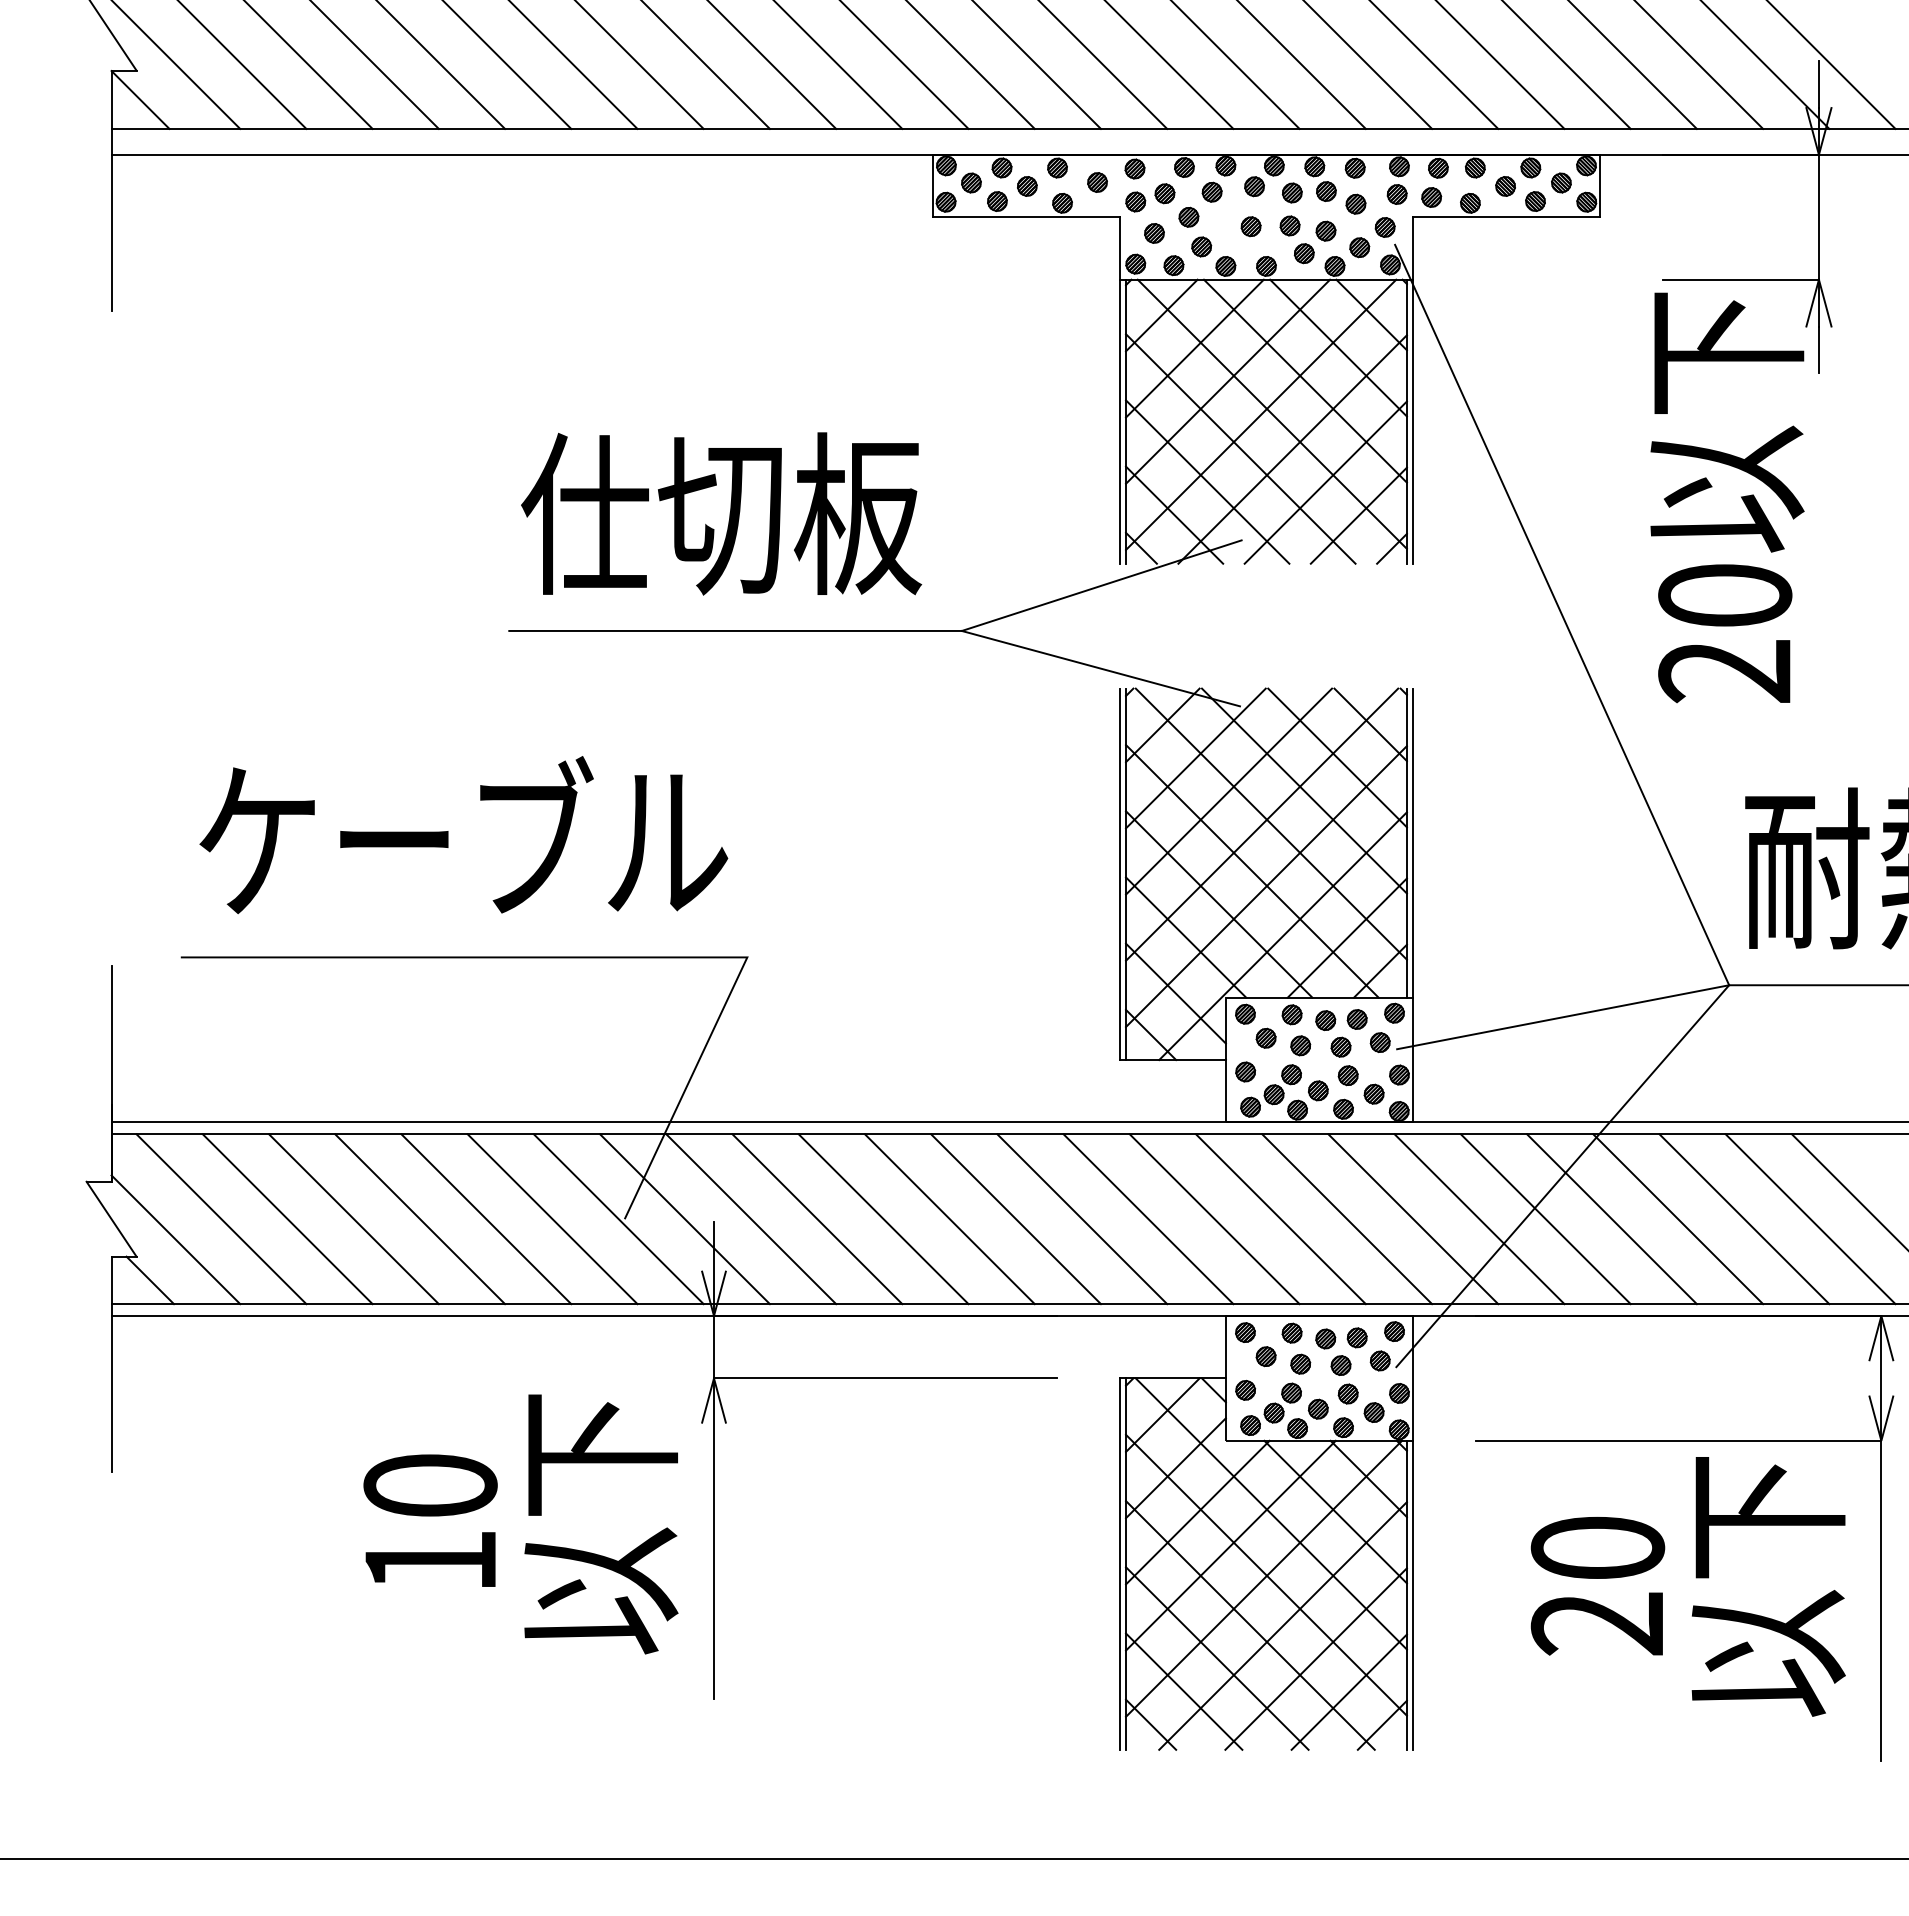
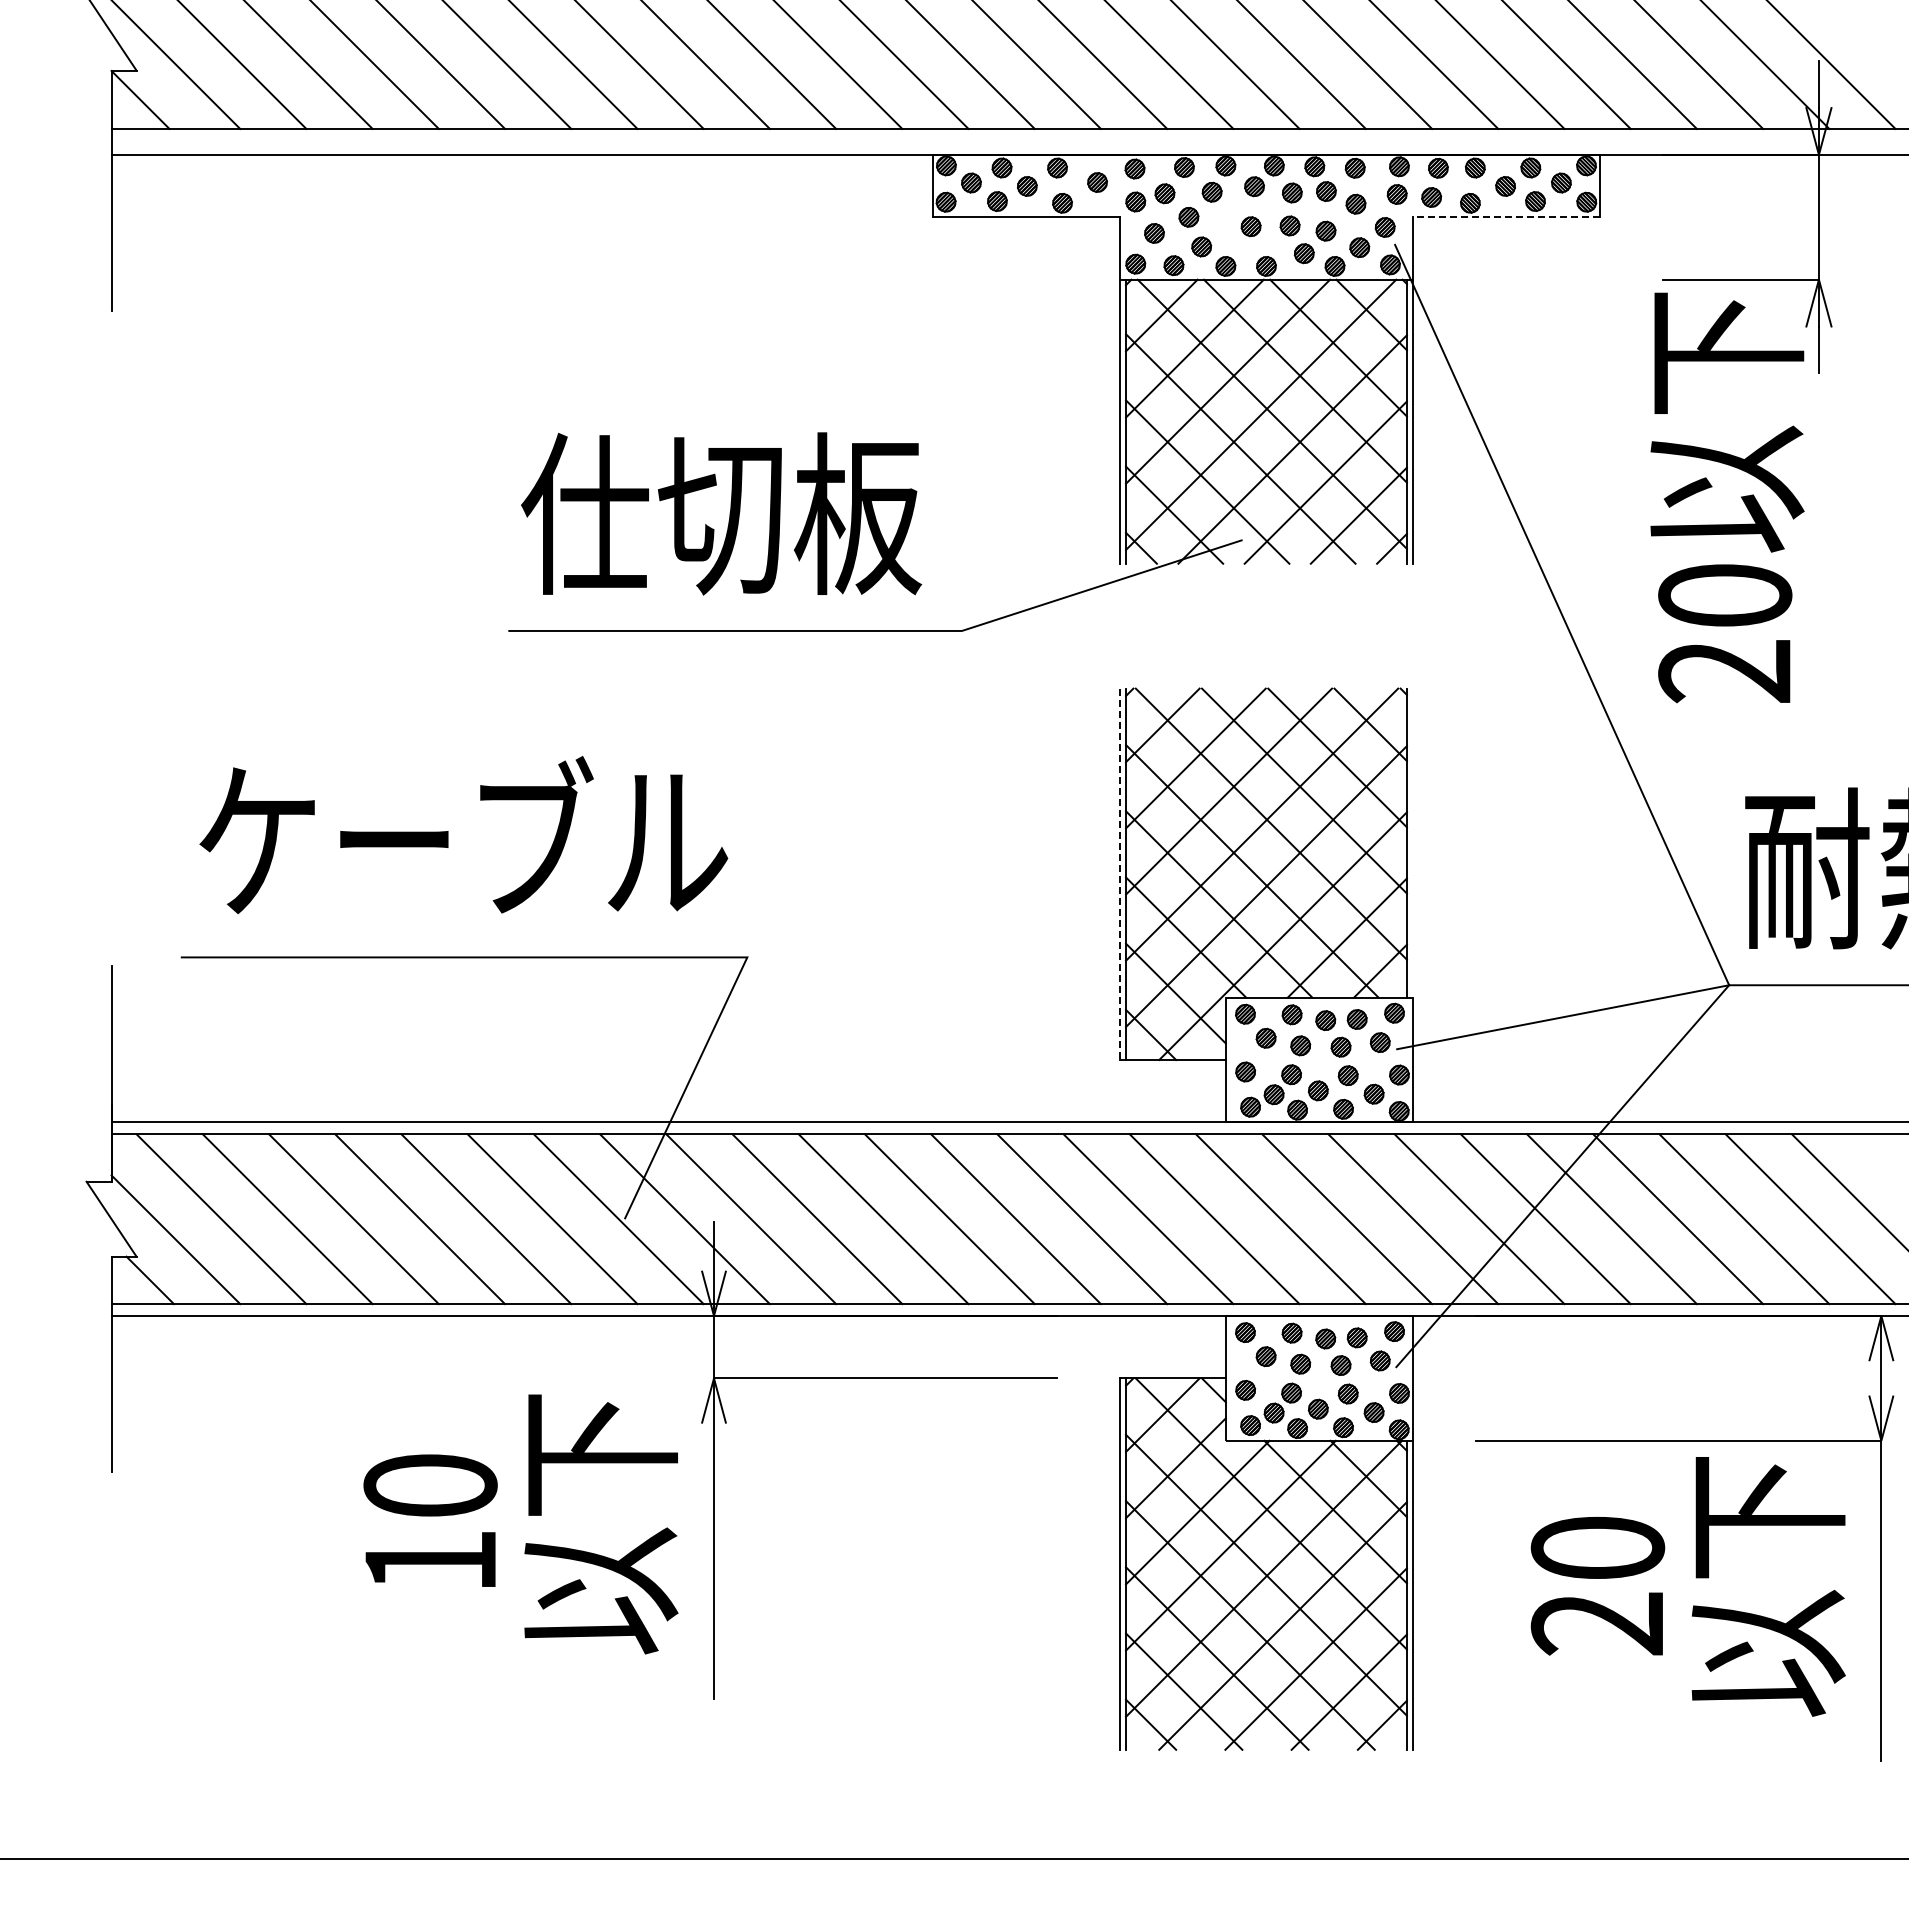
line at (1506, 217): solid -> dashed
line at (1100, 668): present -> none
line at (1413, 842): present -> none
line at (1119, 874): solid -> dashed
